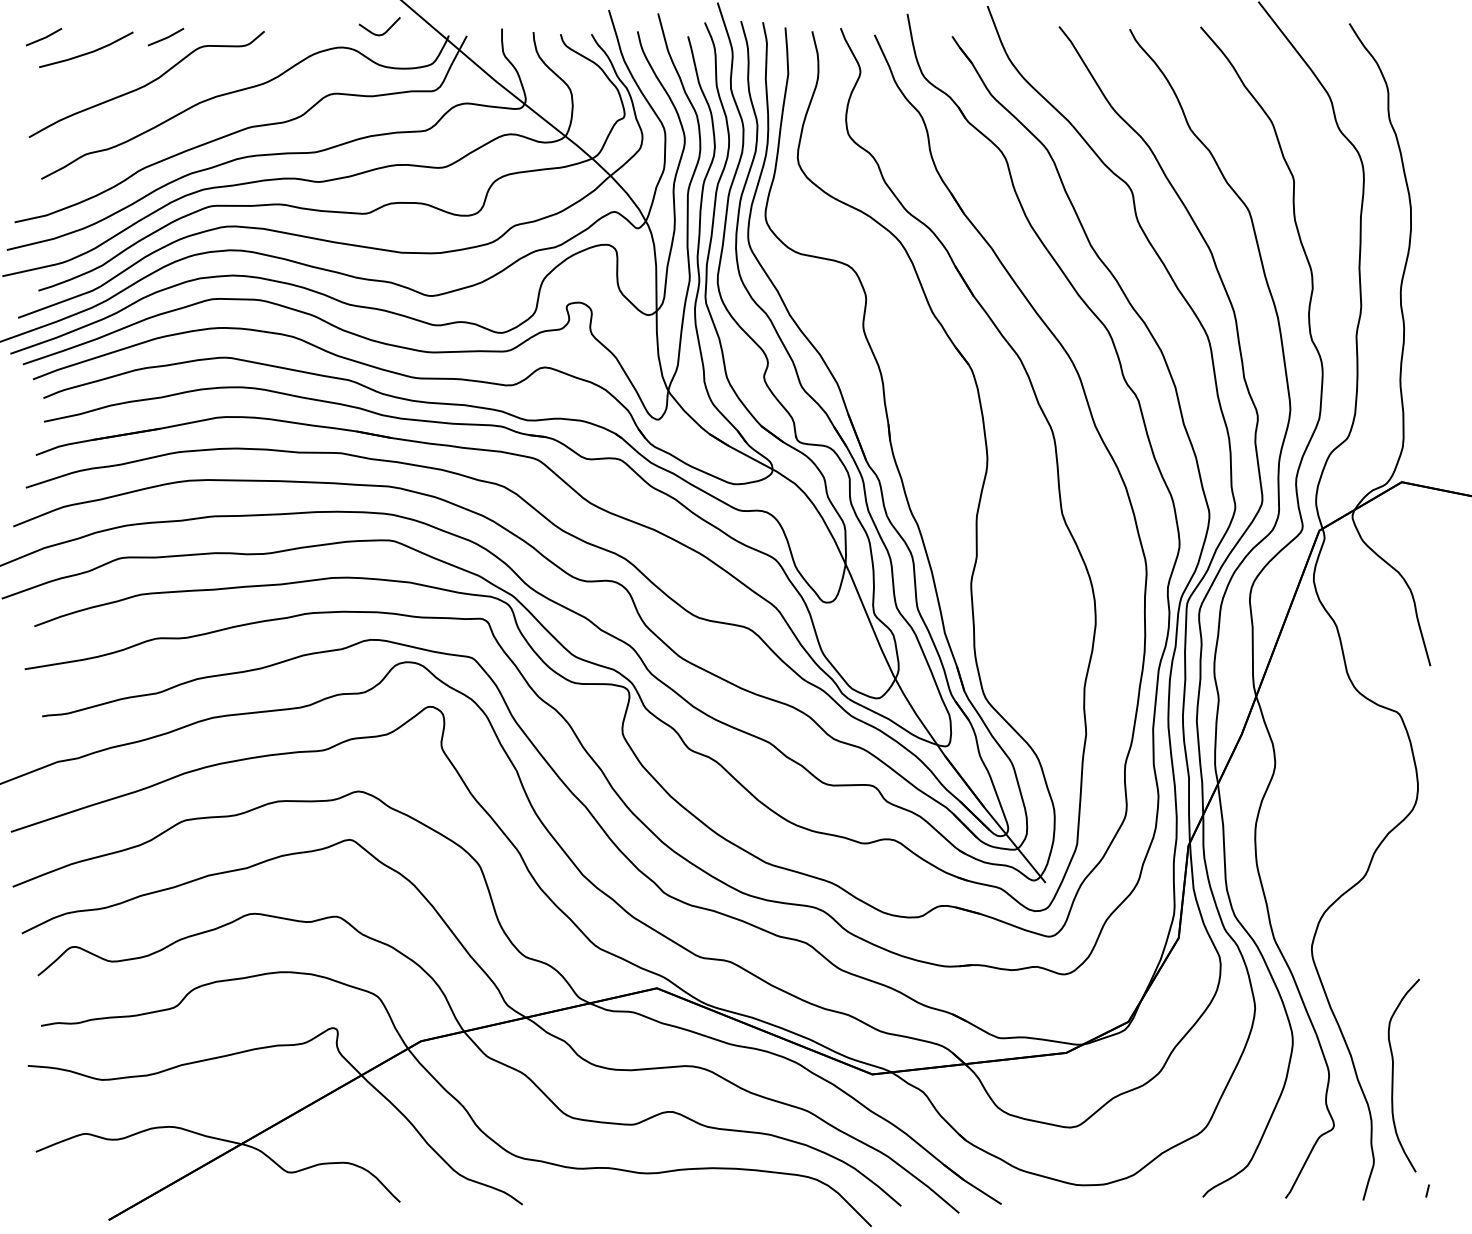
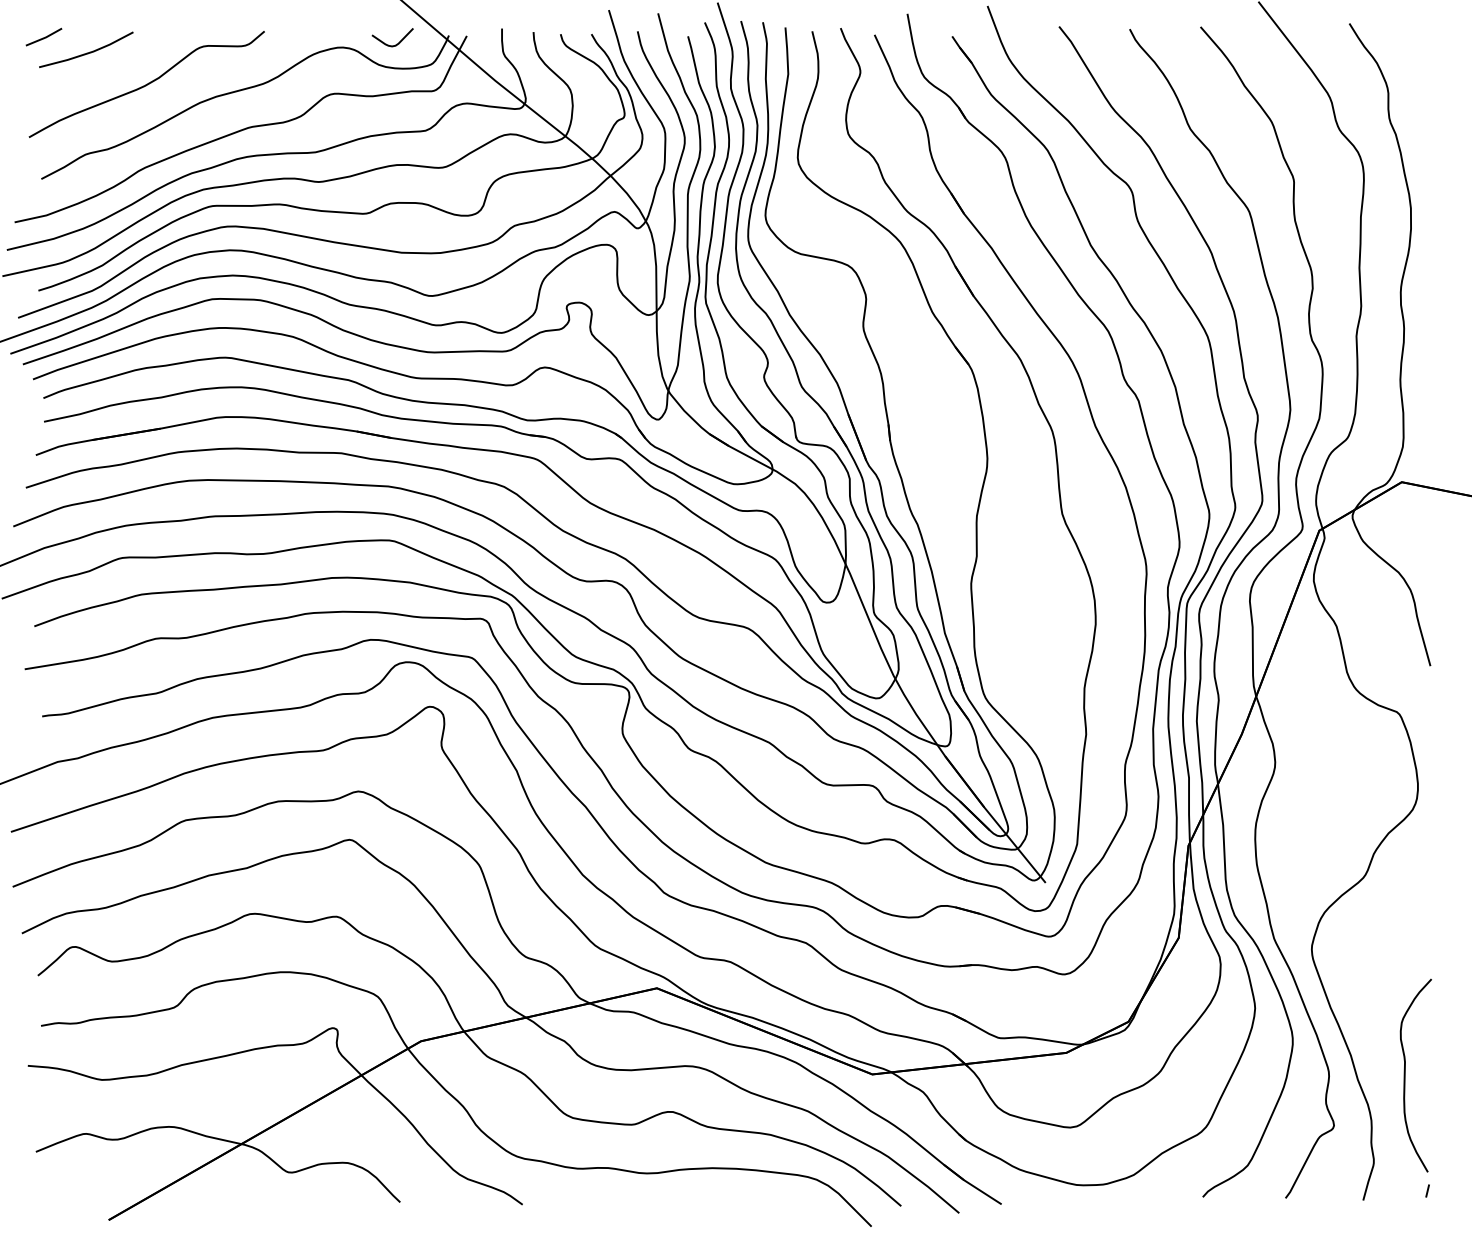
curve at (382, 33) position: (382, 33) -> (395, 44)
line at (165, 37): present -> none
curve at (1393, 1075) position: (1393, 1075) -> (1405, 1075)
